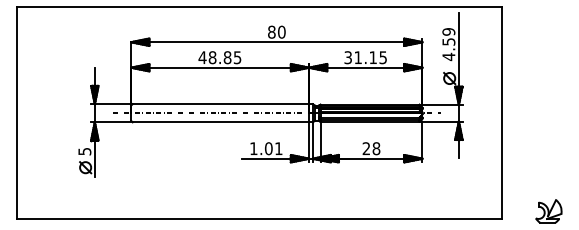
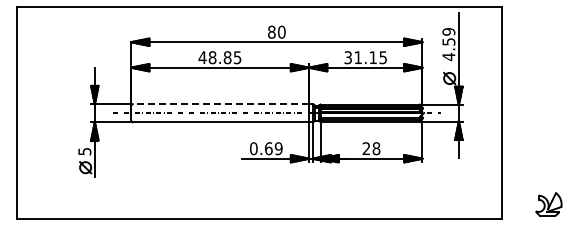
line at (220, 104): solid -> dashed
text at (266, 148): 1.01 -> 0.69
part at (548, 211) position: (548, 211) -> (548, 204)
